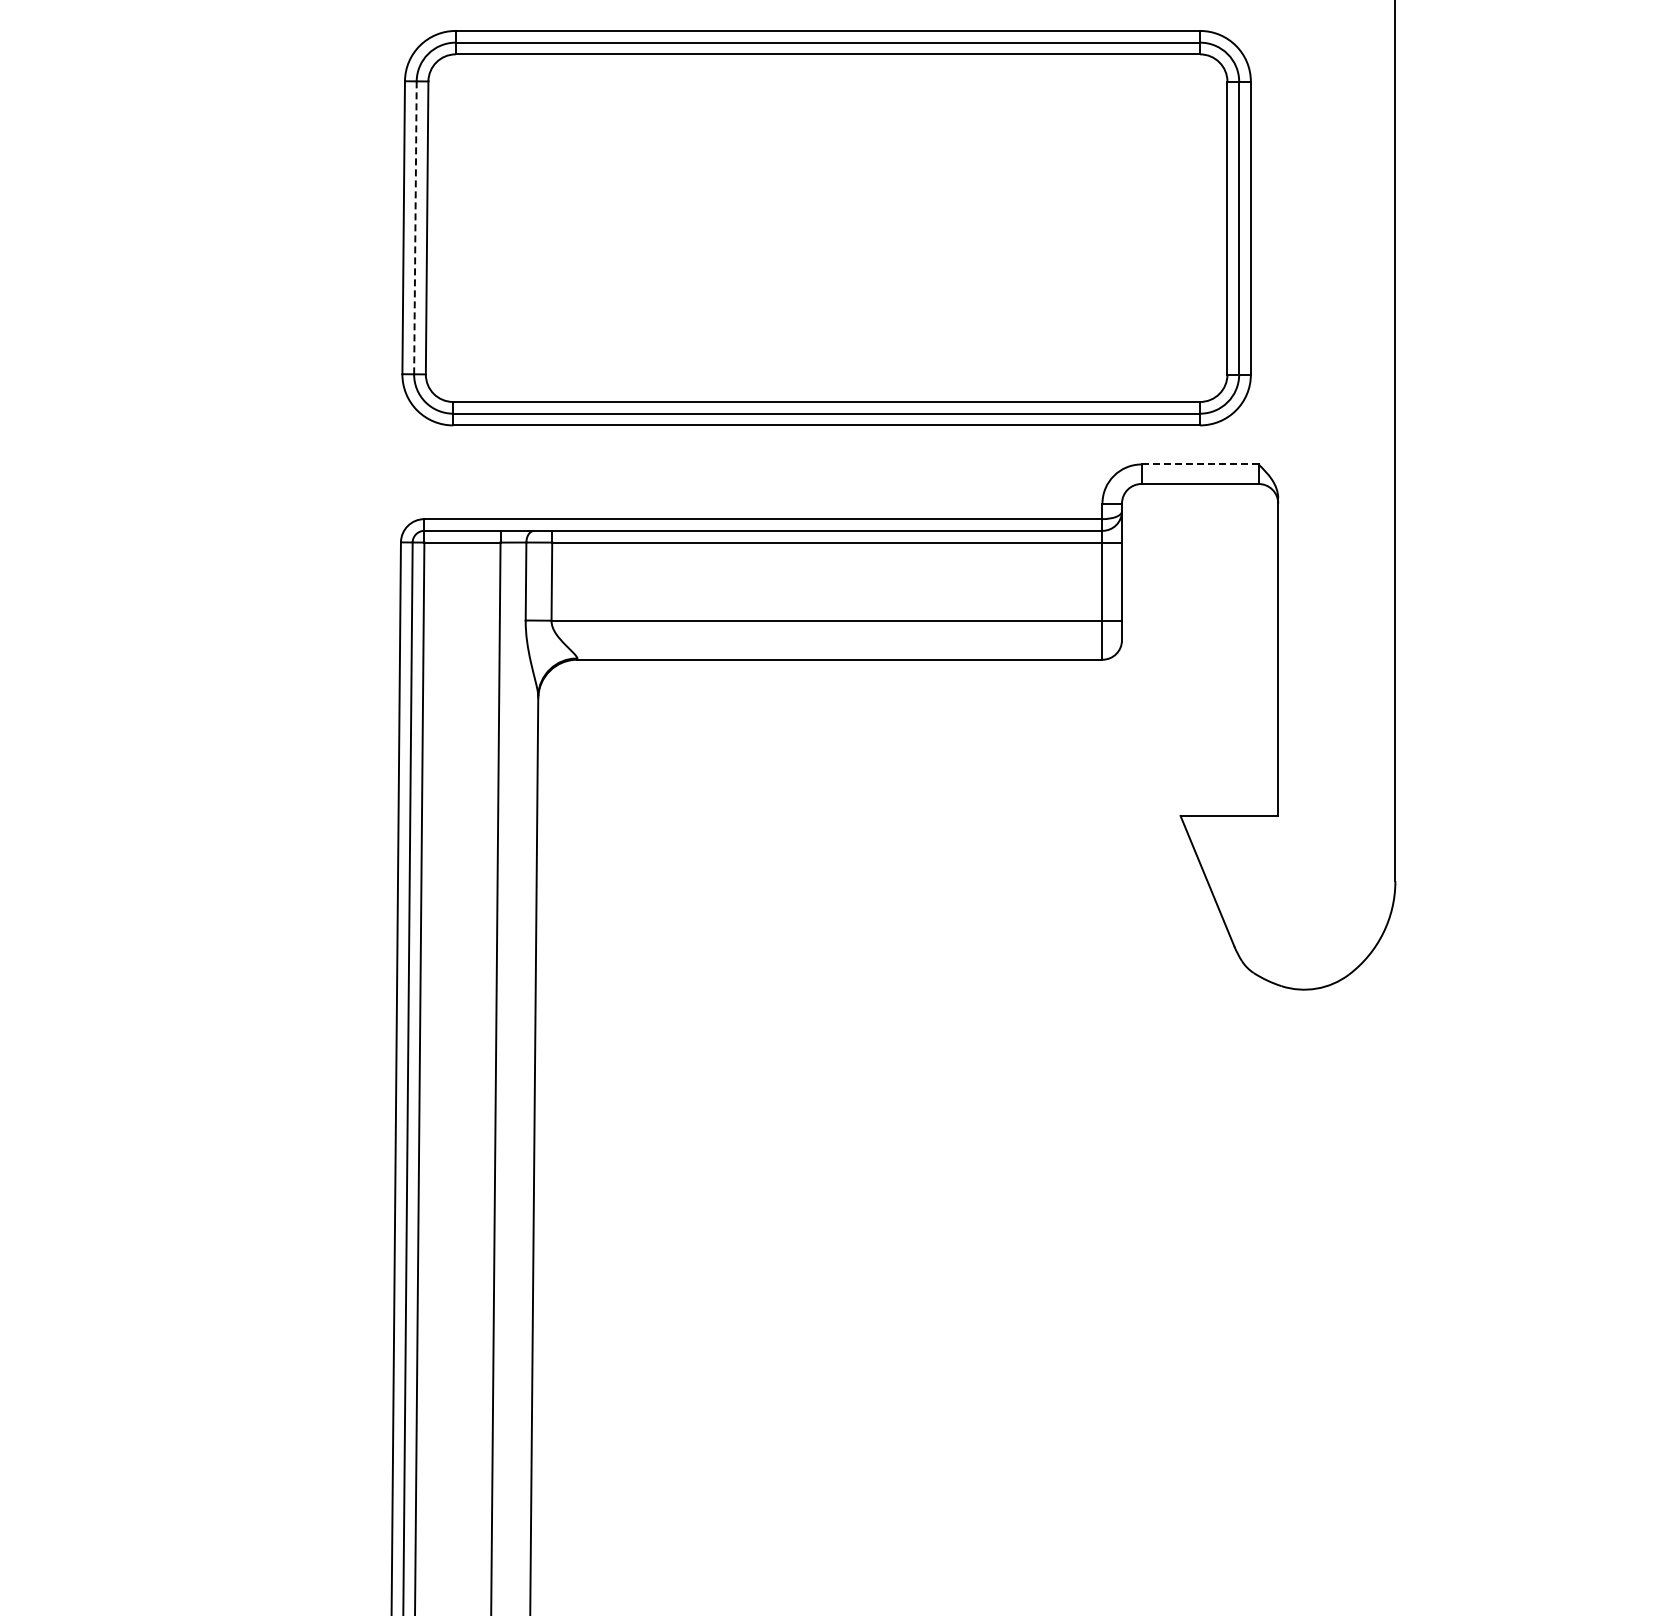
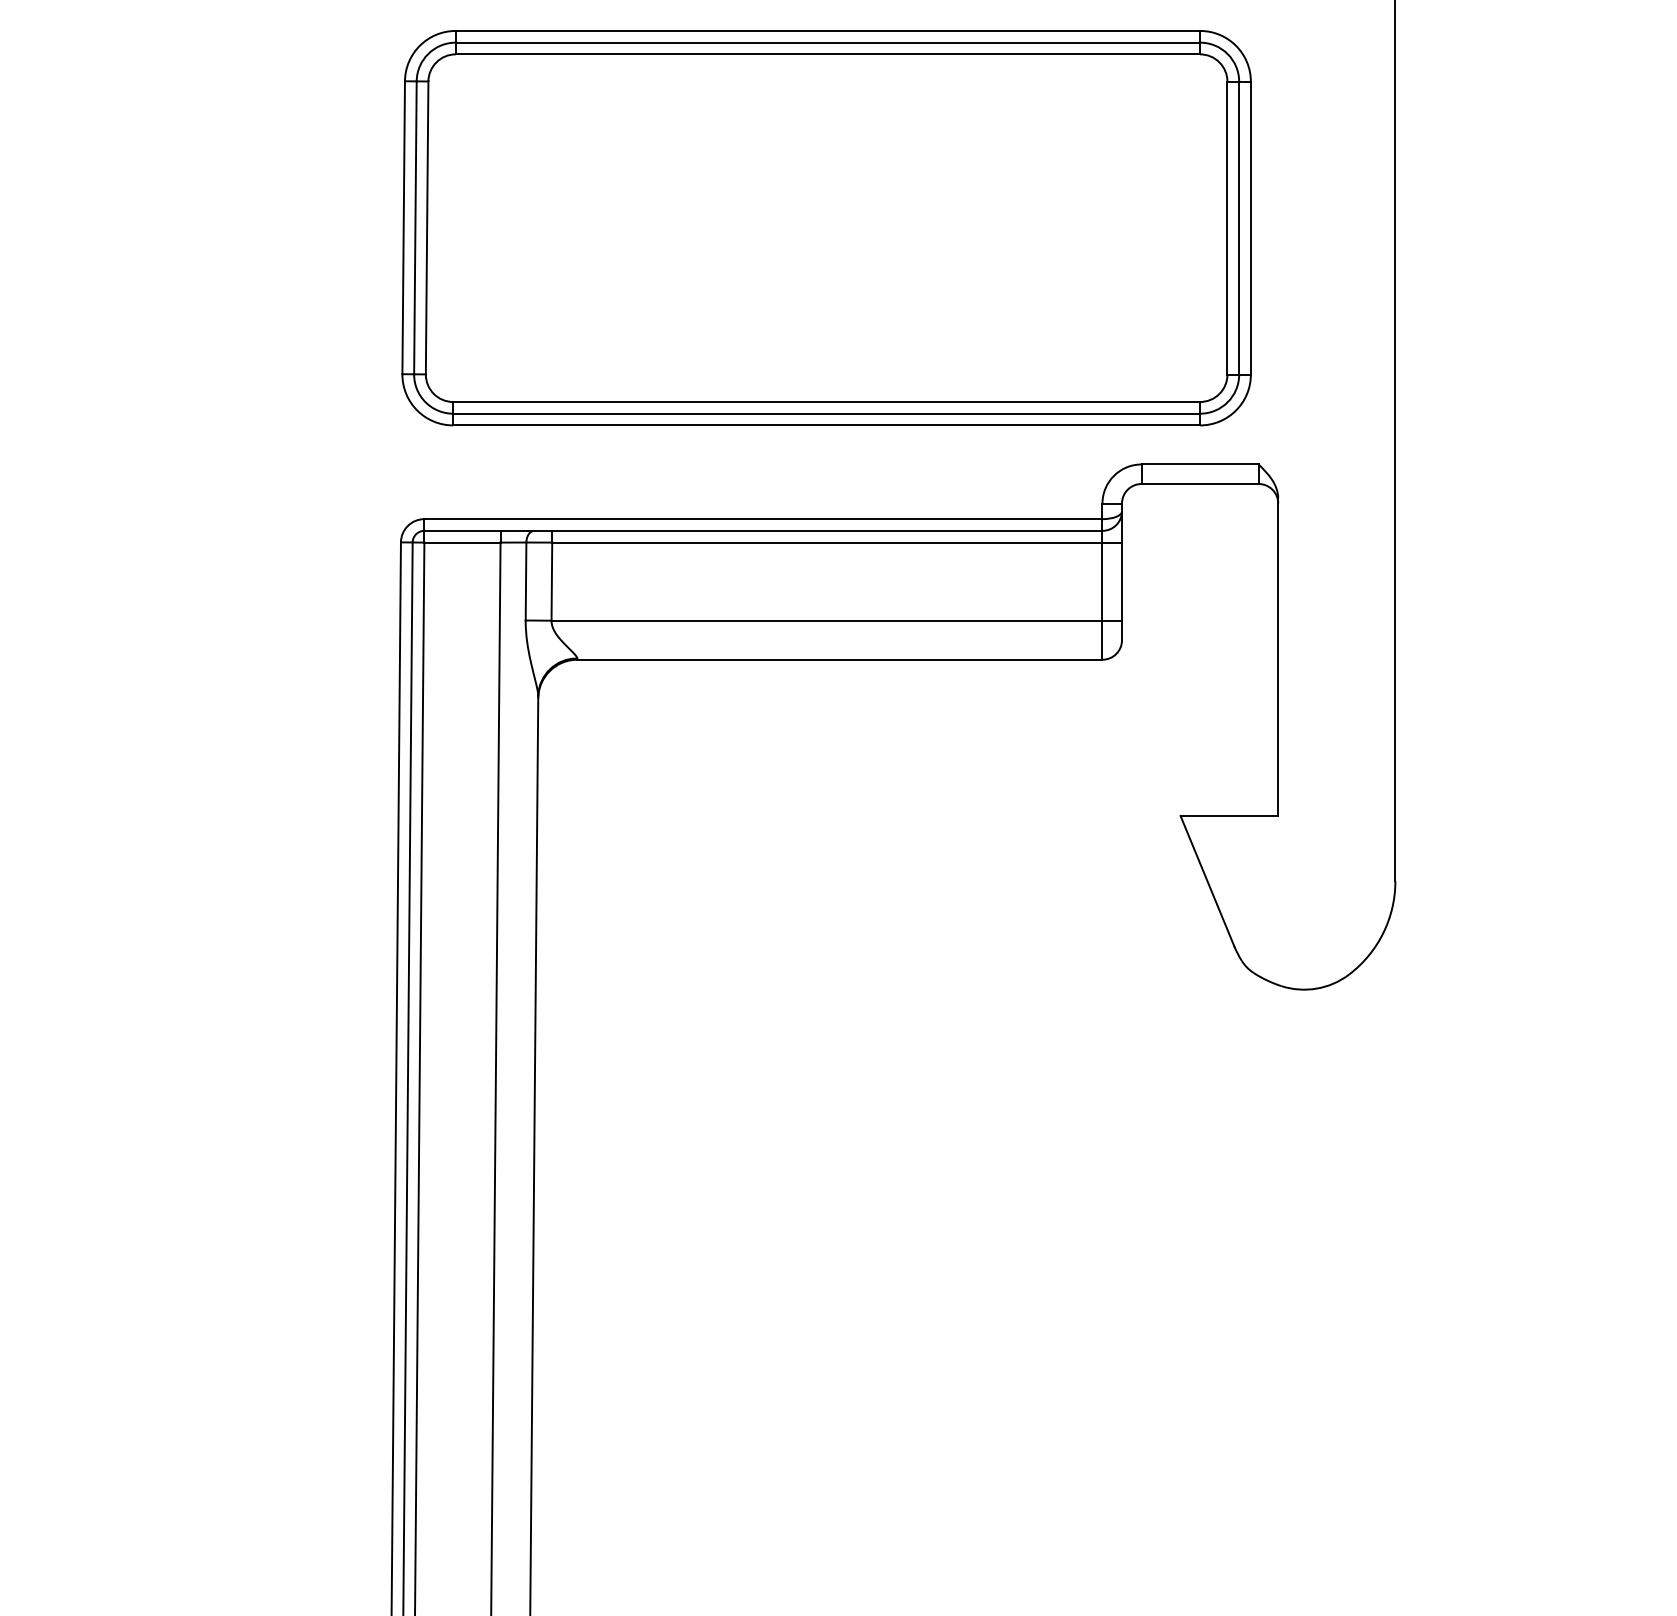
line at (415, 228): dashed -> solid
line at (1200, 464): dashed -> solid
